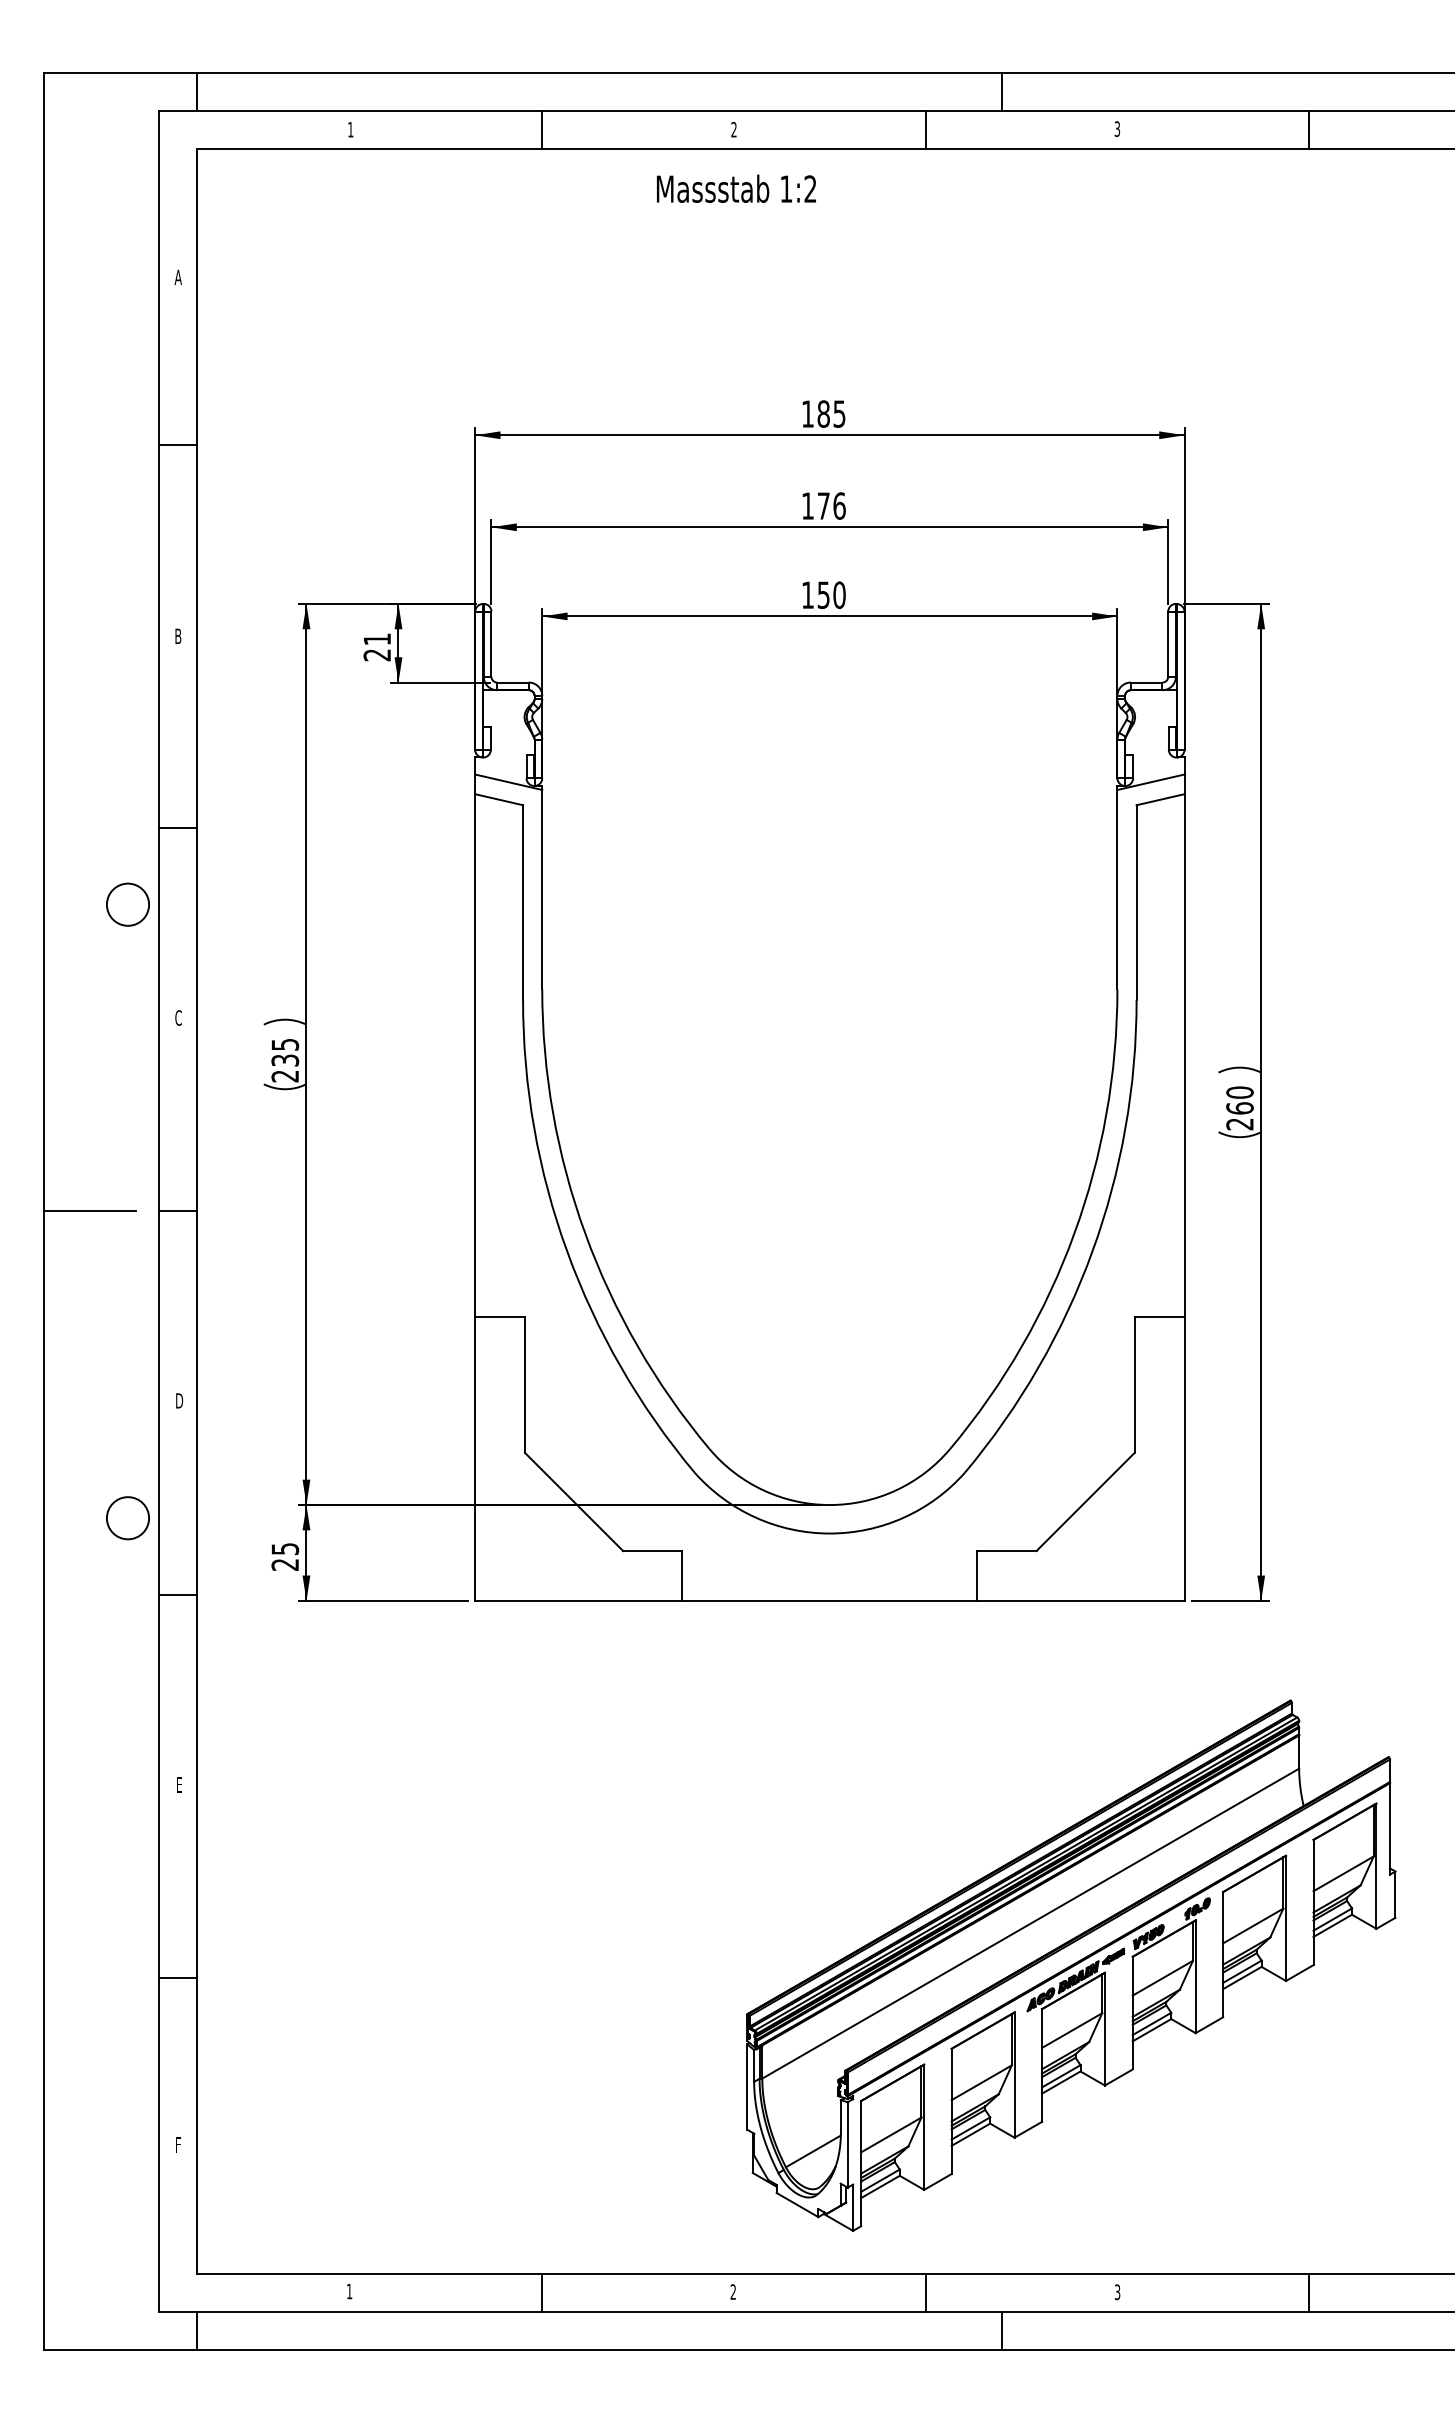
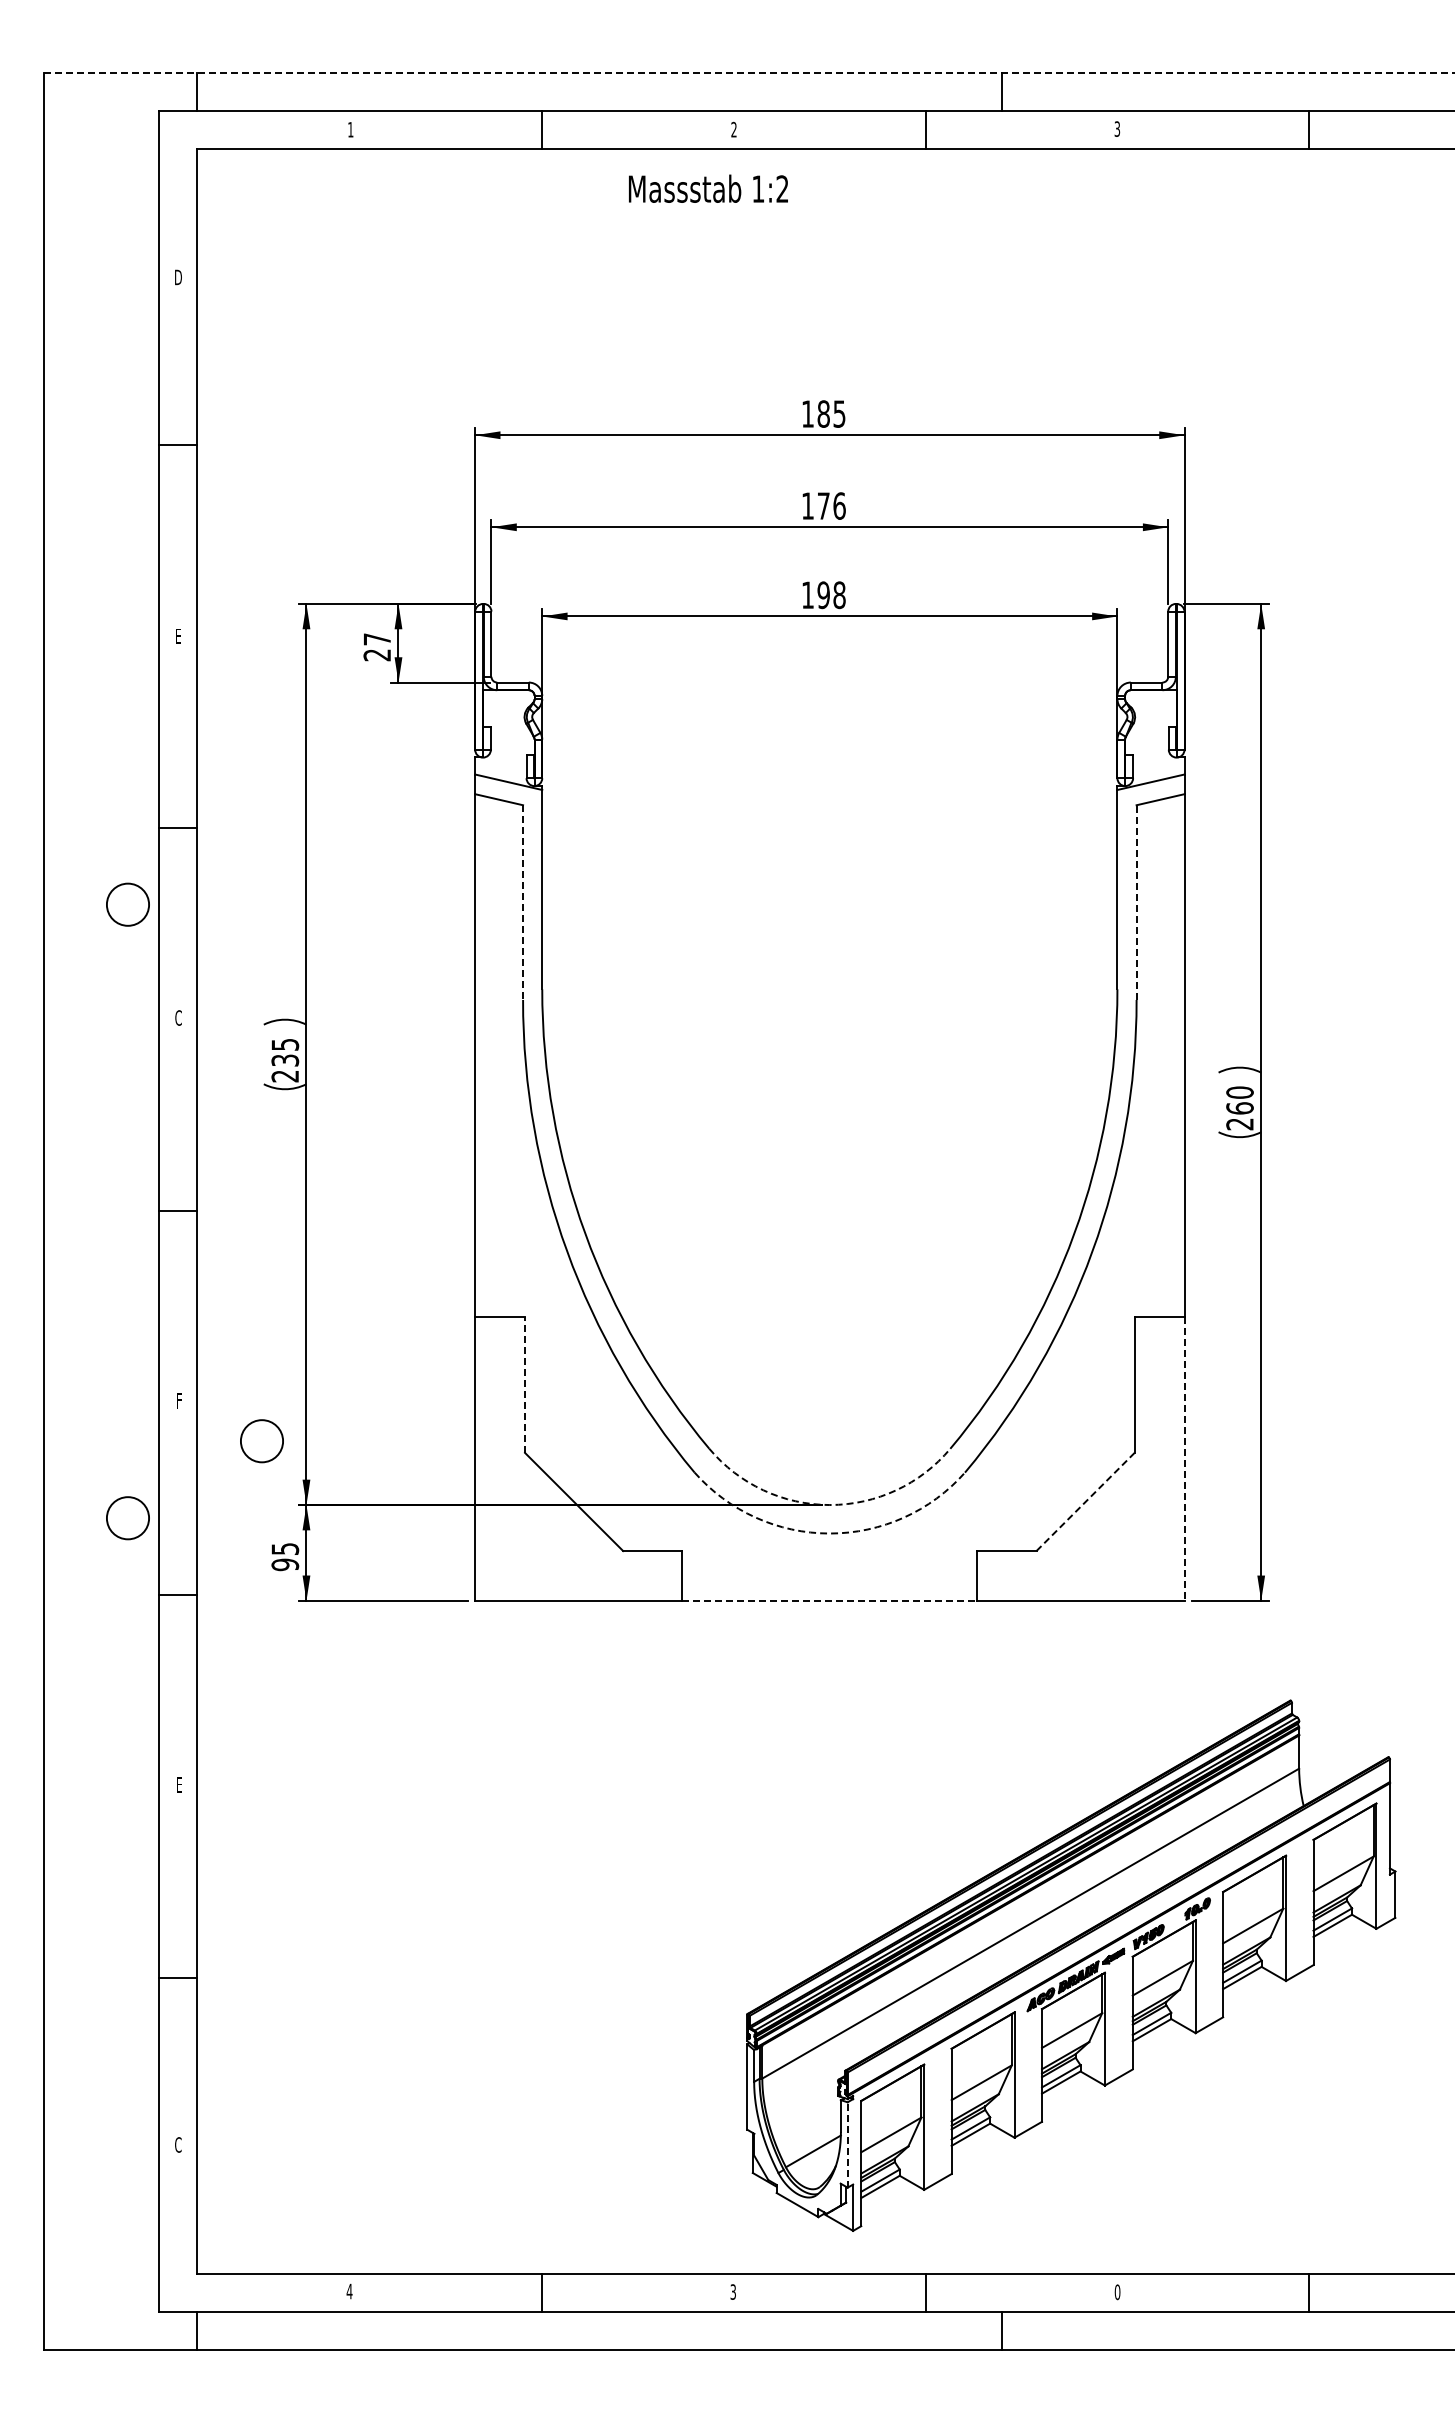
line at (749, 72): solid -> dashed
text at (736, 188) position: (736, 188) -> (708, 188)
text at (177, 277): A -> D
text at (831, 594): 150 -> 198
text at (178, 635): B -> E
text at (377, 639): 21 -> 27
line at (1136, 902): solid -> dashed
line at (523, 903): solid -> dashed
line at (89, 1211): present -> none
line at (525, 1385): solid -> dashed
text at (179, 1400): D -> F
circle at (261, 1441): none -> present
line at (1184, 1459): solid -> dashed
line at (1085, 1501): solid -> dashed
arc at (829, 1505): solid -> dashed
arc at (829, 1533): solid -> dashed
text at (285, 1564): 25 -> 95
line at (829, 1600): solid -> dashed
text at (178, 2144): F -> C
line at (847, 2144): solid -> dashed
text at (349, 2291): 1 -> 4
text at (732, 2291): 2 -> 3
text at (1117, 2292): 3 -> 0
